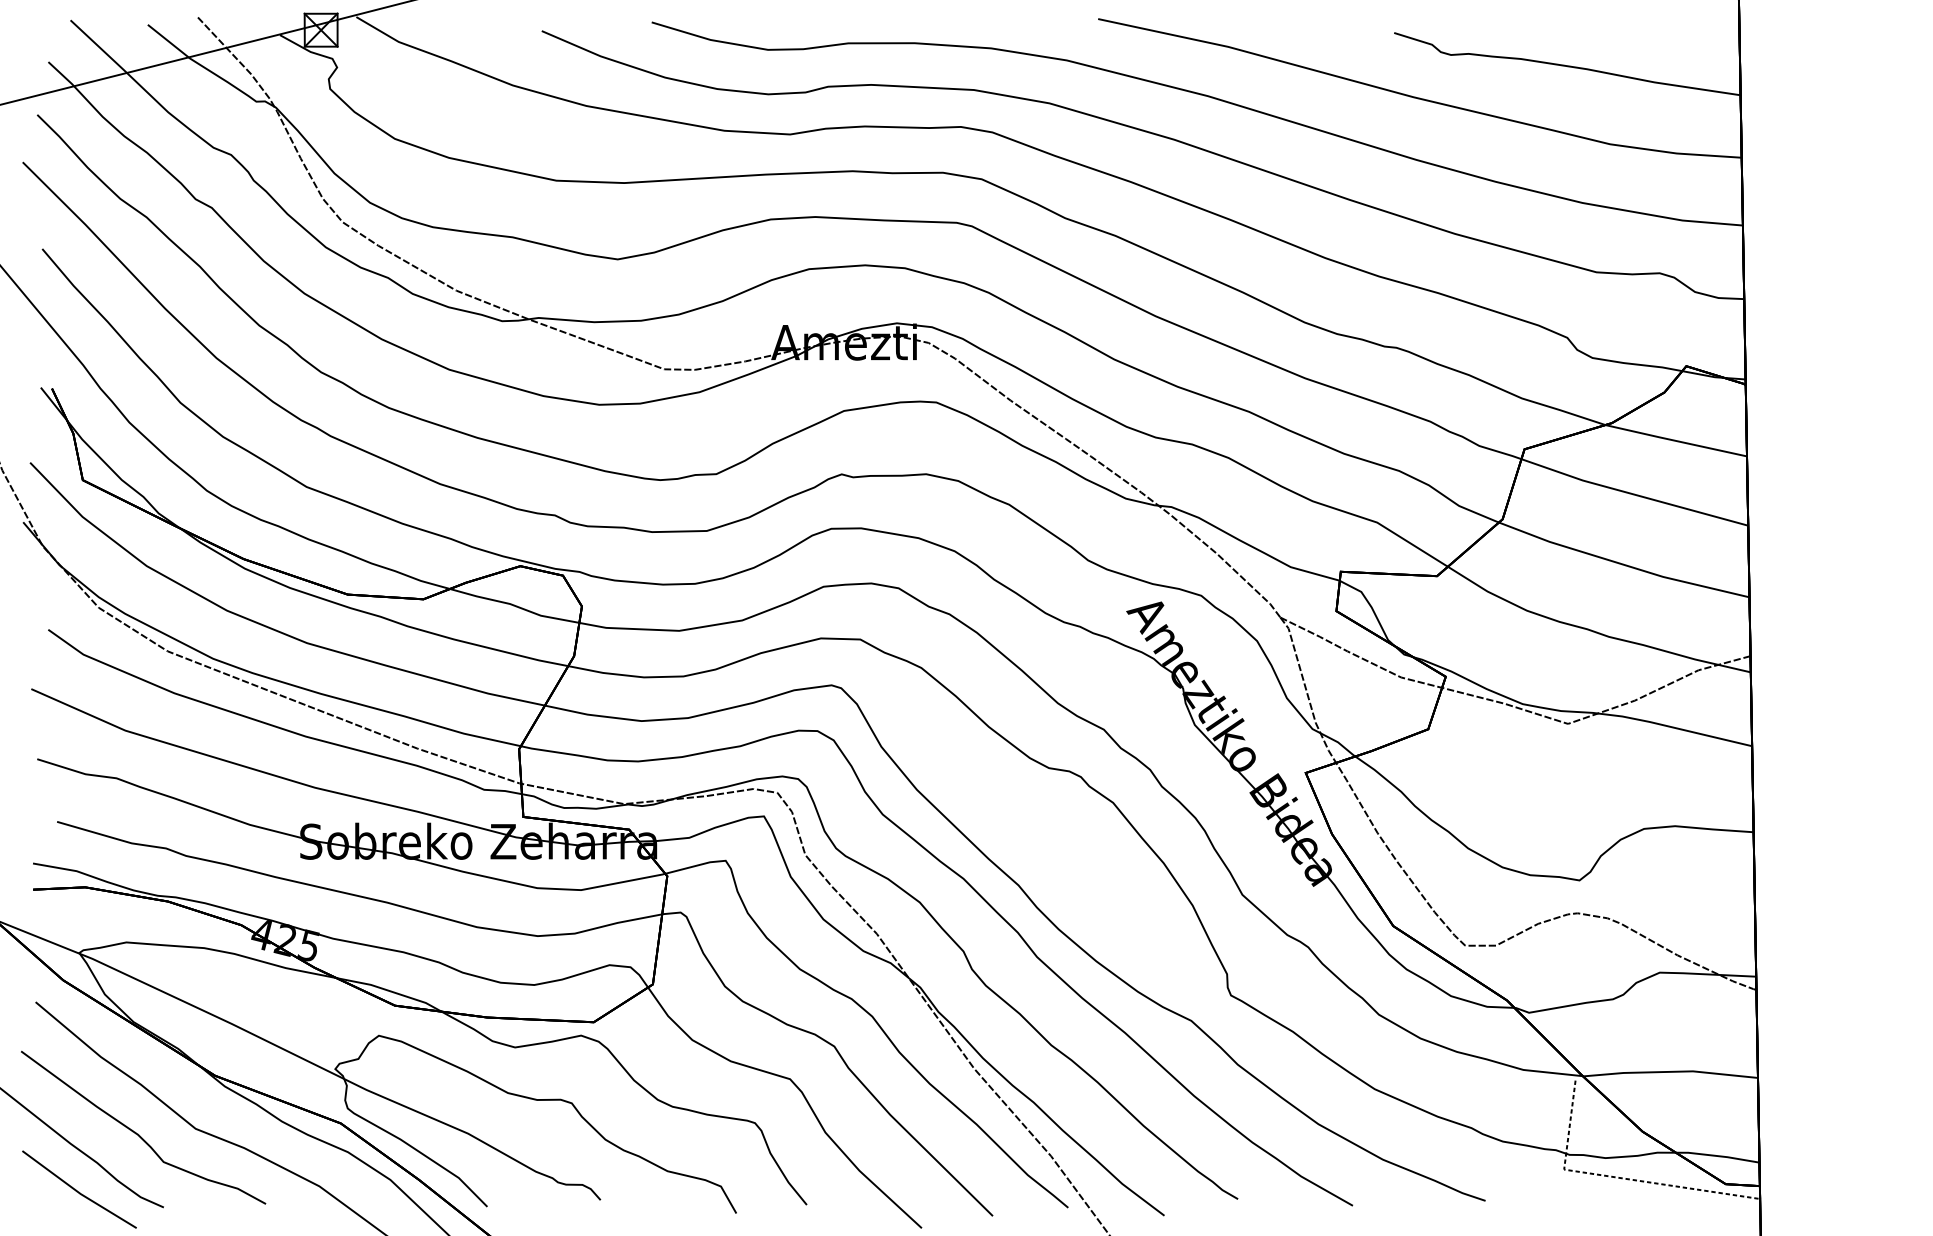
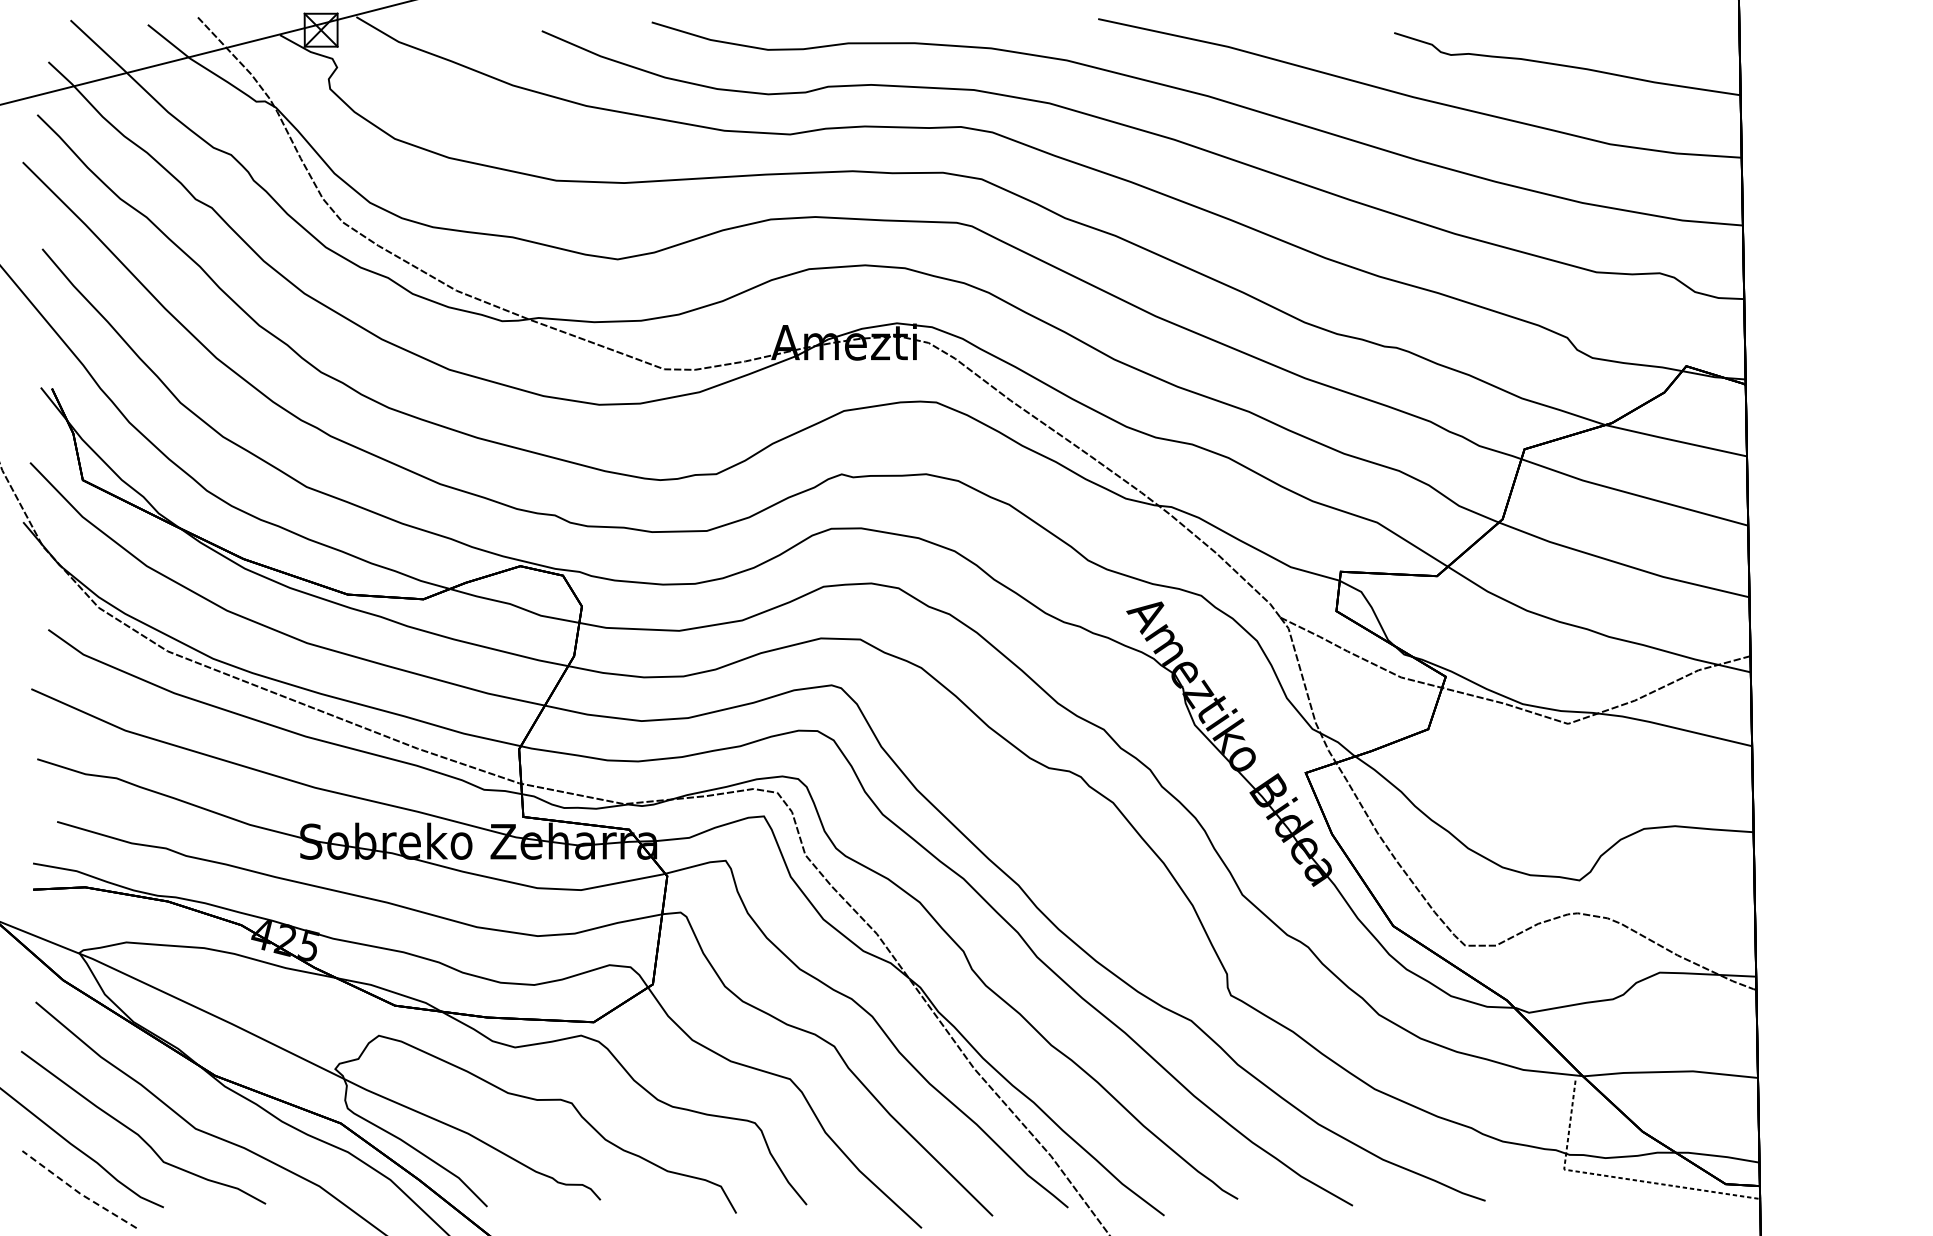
line at (78, 1192): solid -> dashed
